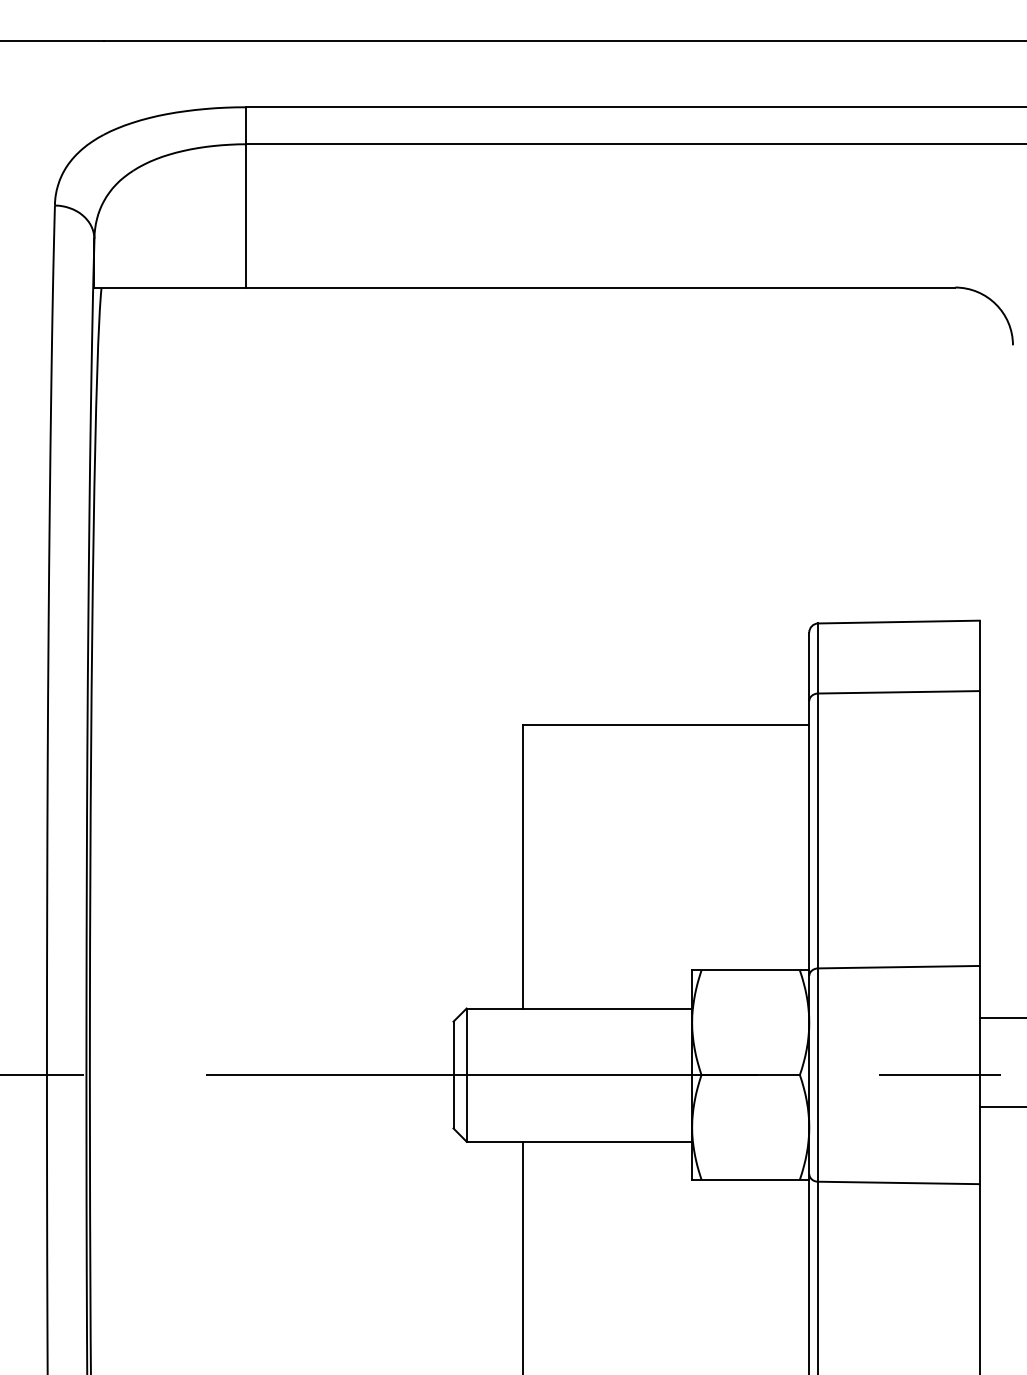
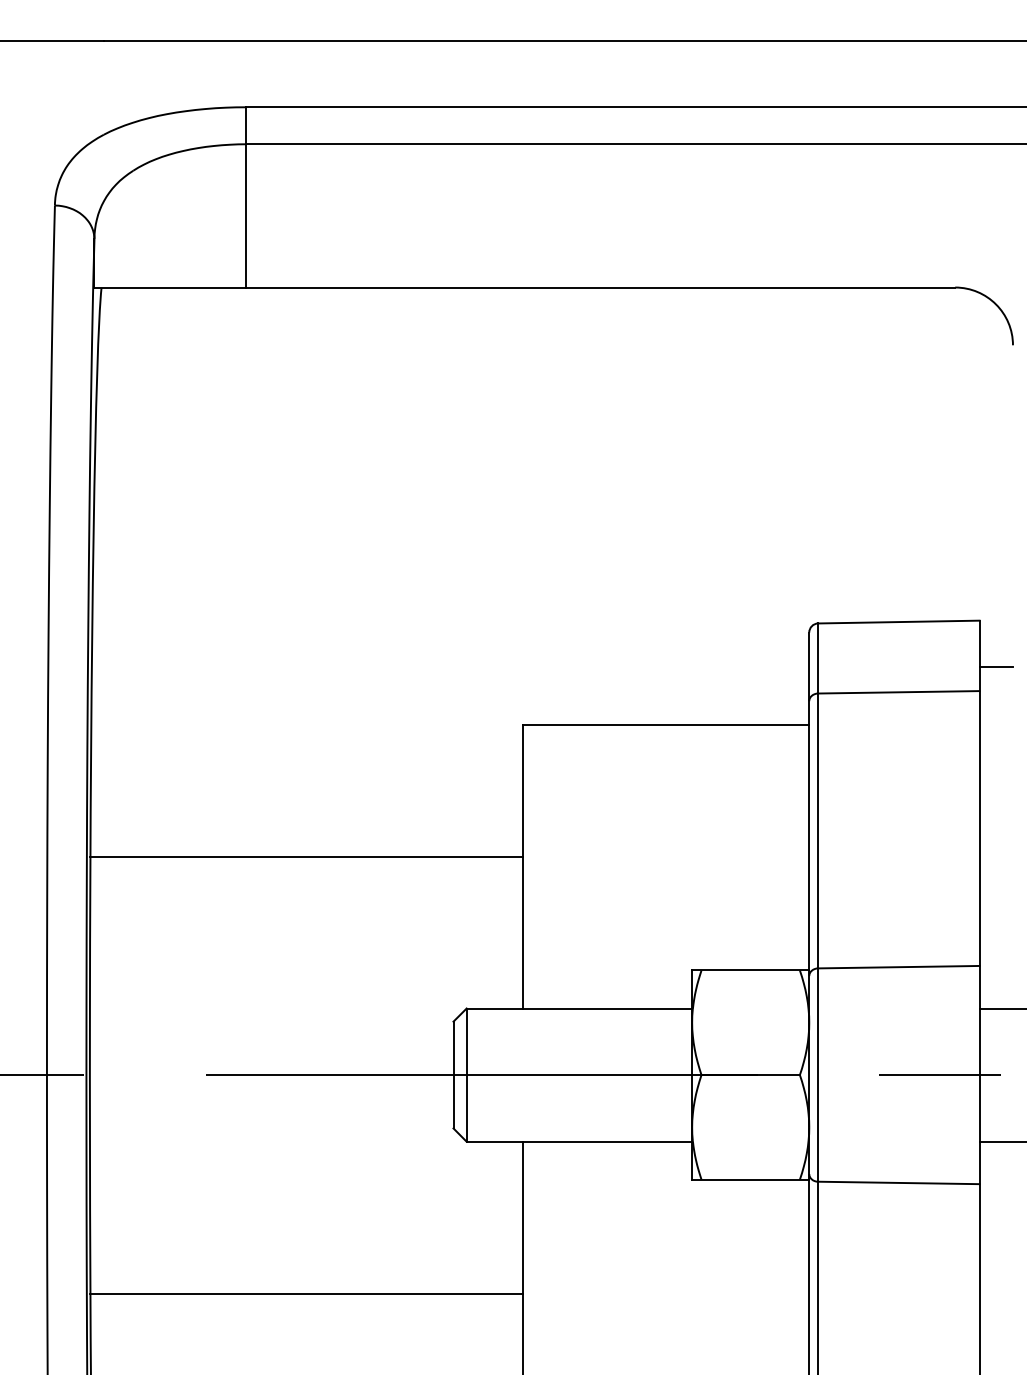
line at (995, 666): none -> present
line at (306, 856): none -> present
line at (1001, 1017) position: (1001, 1017) -> (1001, 1008)
line at (1001, 1106) position: (1001, 1106) -> (1001, 1141)
line at (306, 1293): none -> present
